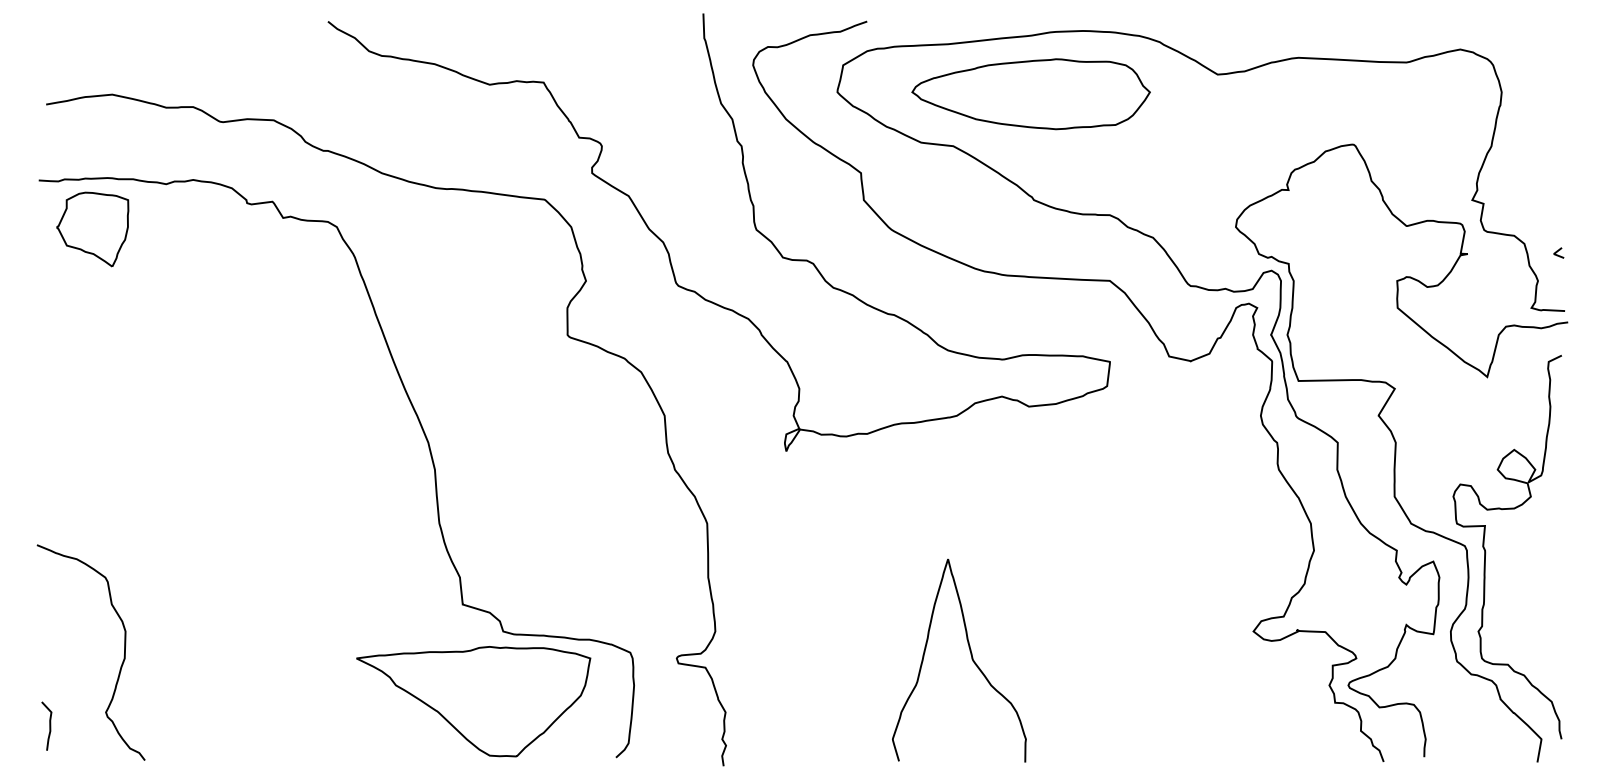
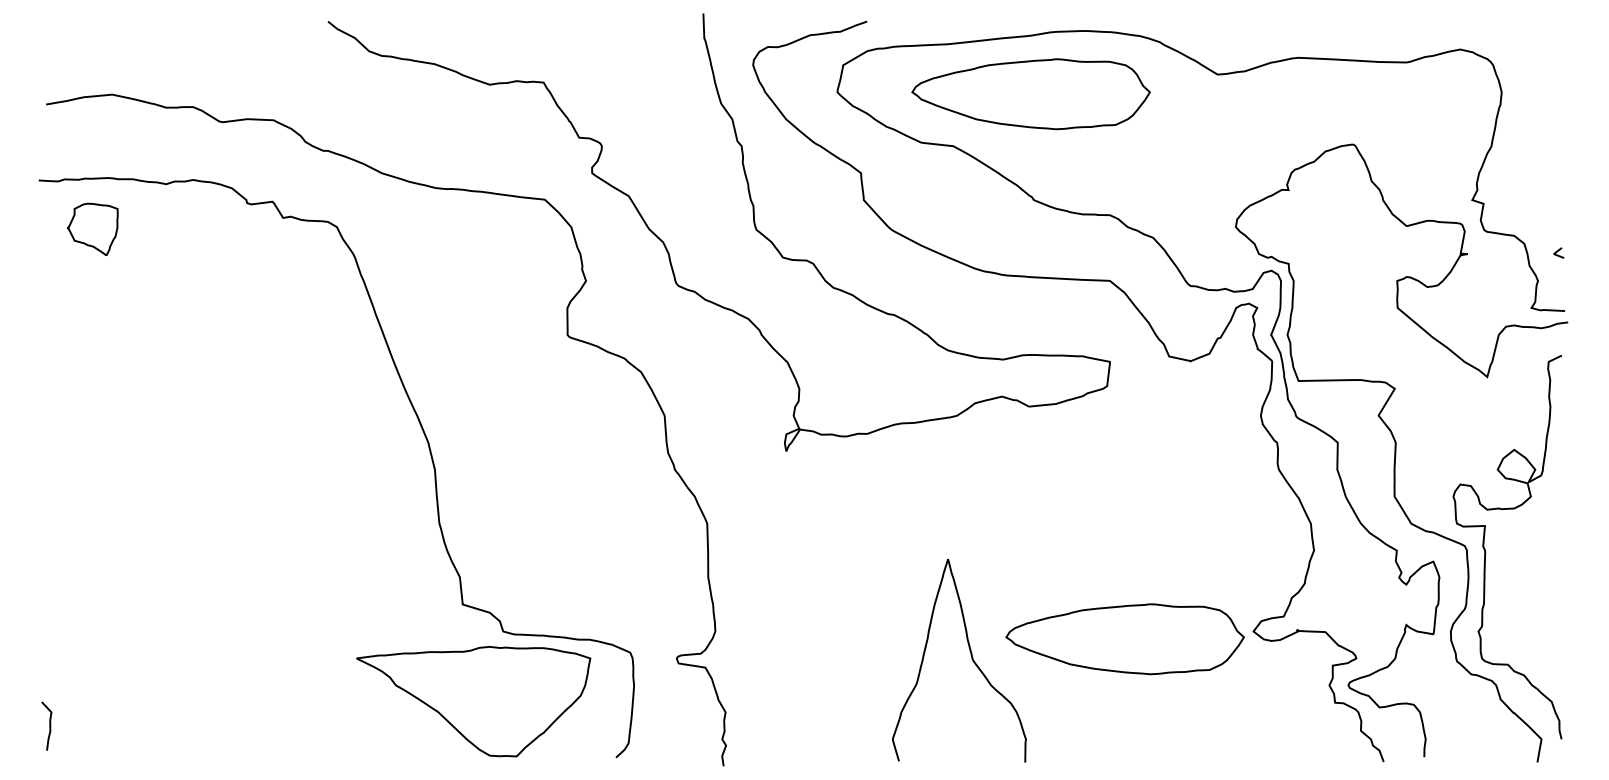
part at (92, 229) size: 74x77 px -> 52x54 px
part at (1124, 639): none -> present
curve at (121, 663): present -> none
